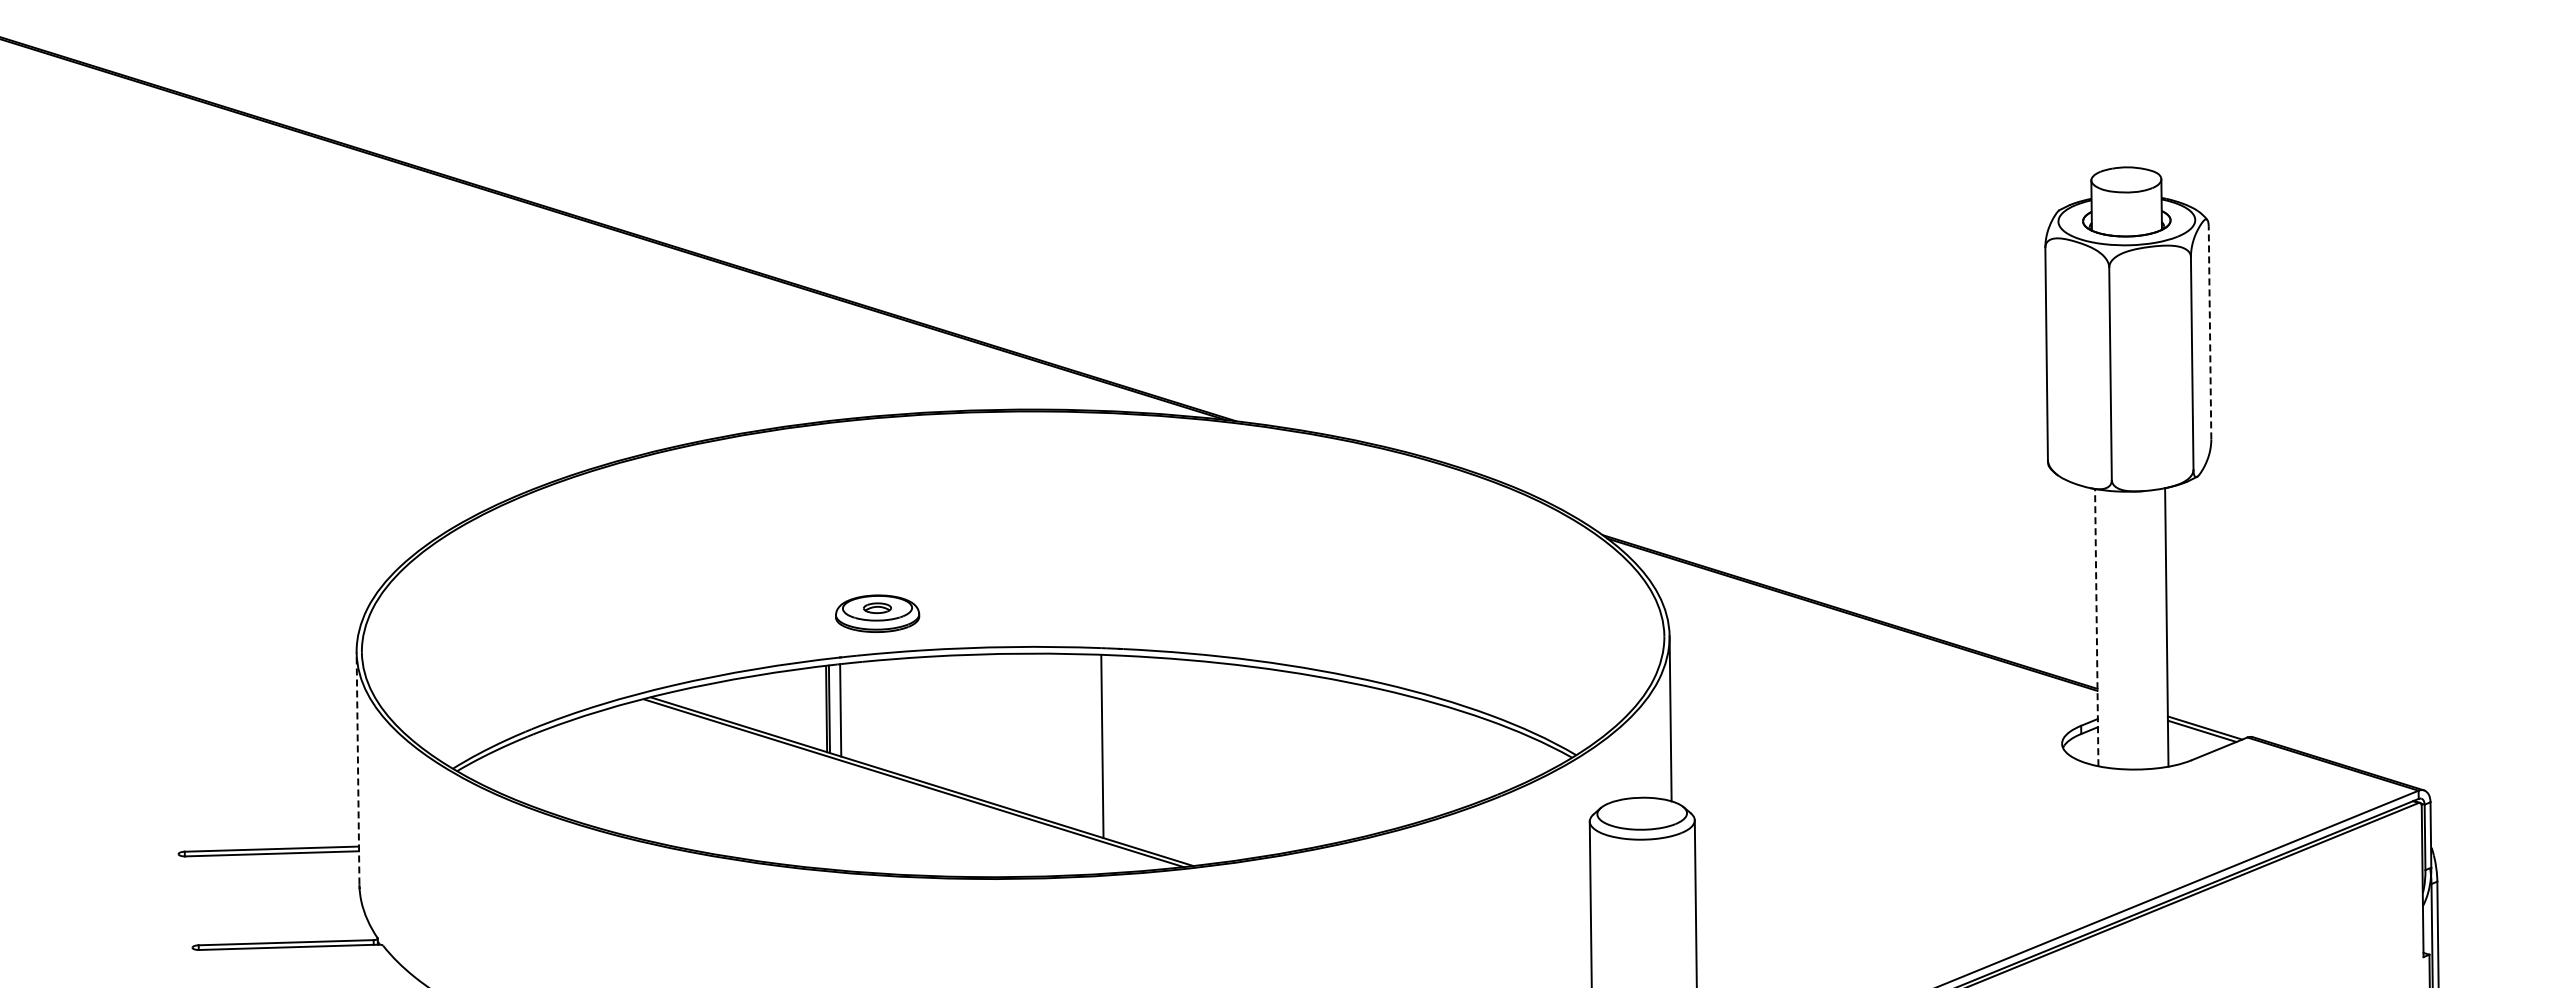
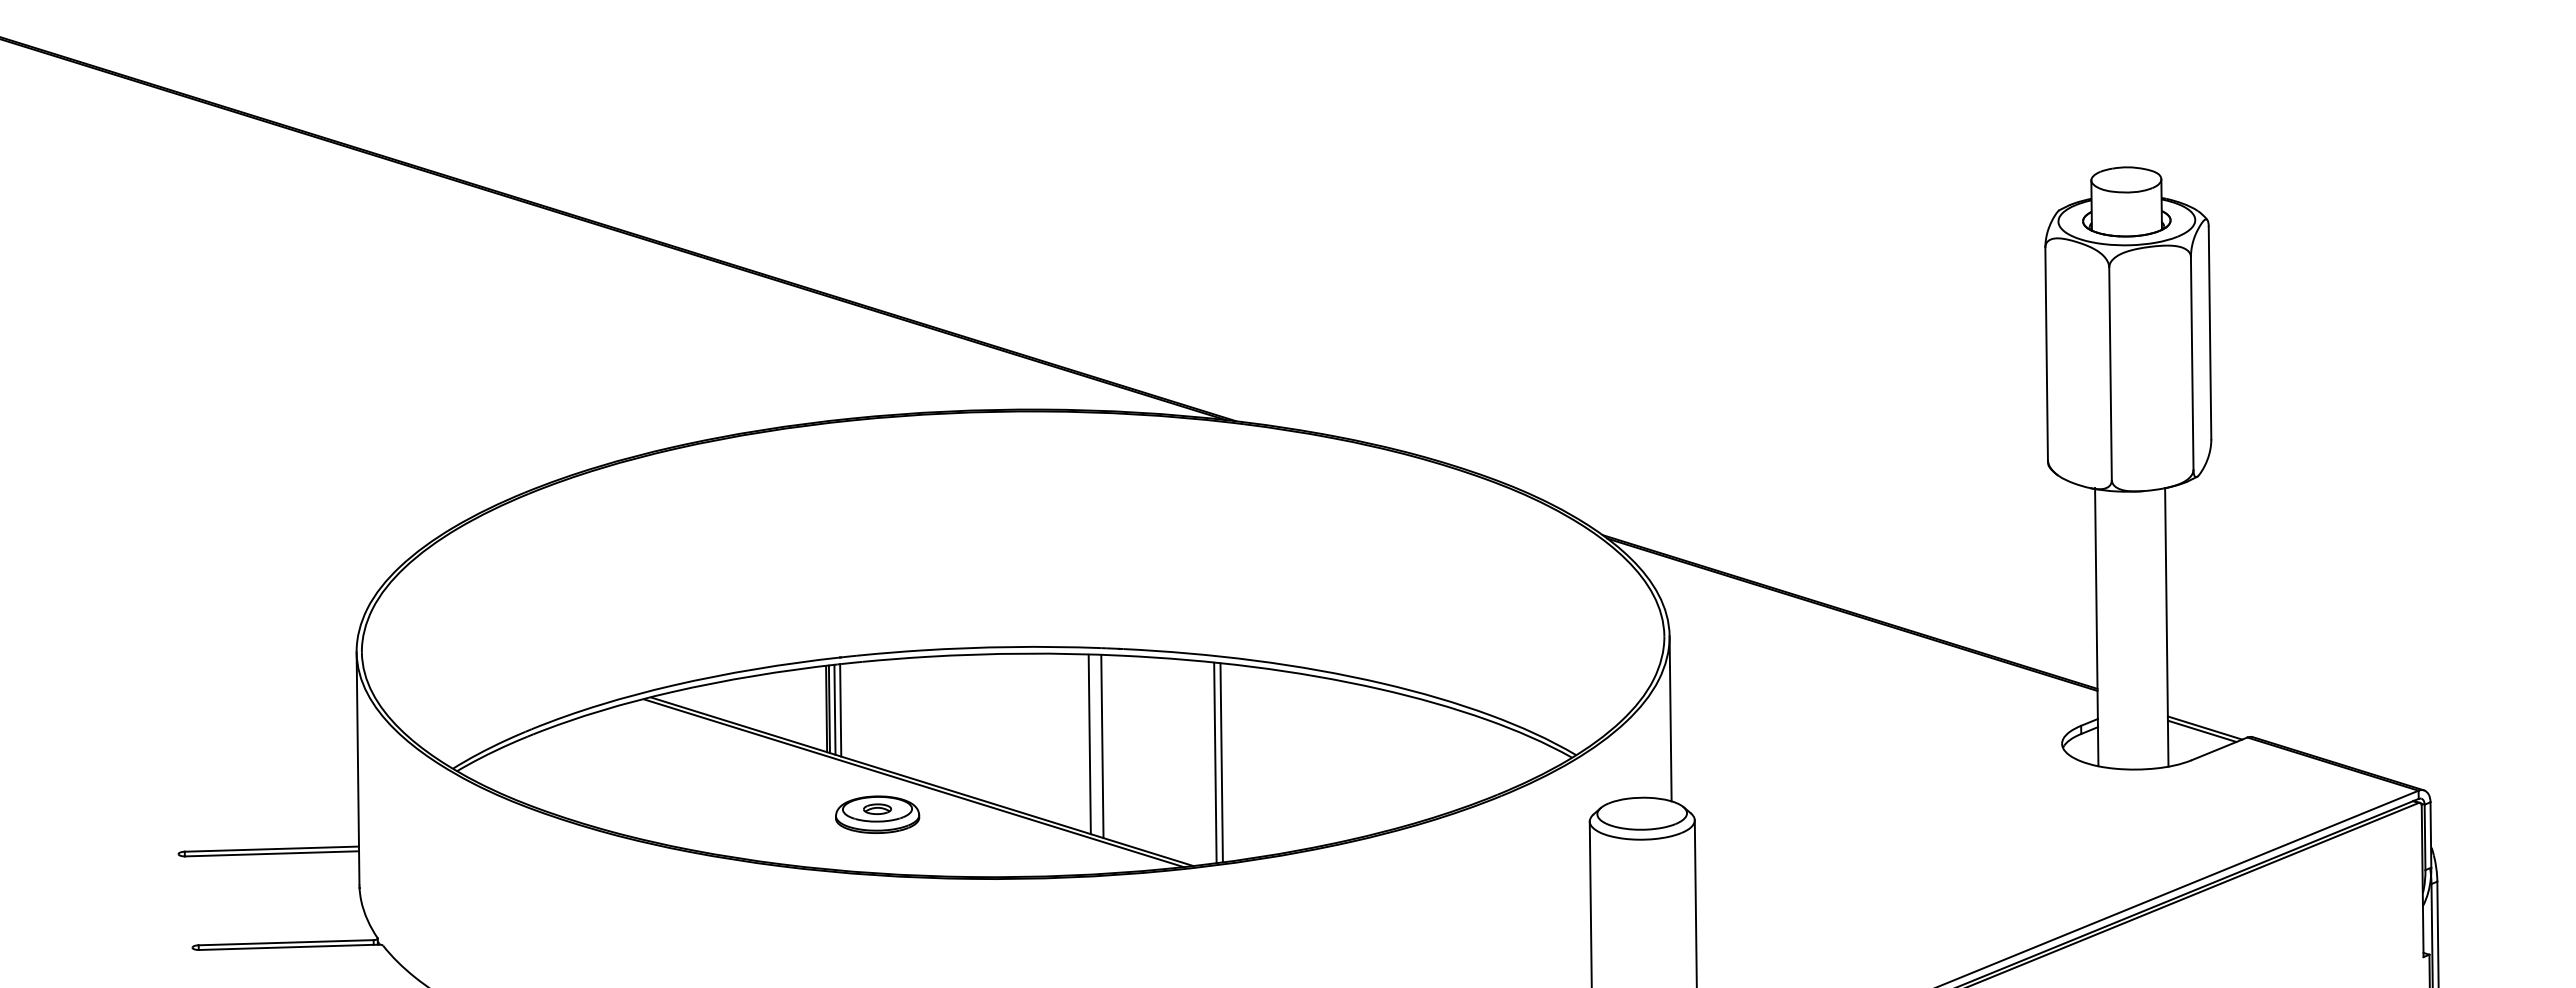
line at (2210, 332): dashed -> solid
part at (877, 613) position: (877, 613) -> (877, 814)
line at (2096, 626): dashed -> solid
line at (834, 709): none -> present
line at (1089, 744): none -> present
line at (1215, 762): none -> present
line at (1221, 762): none -> present
line at (358, 767): dashed -> solid
